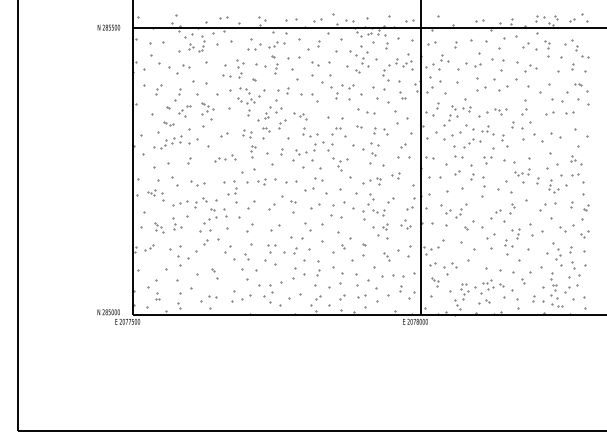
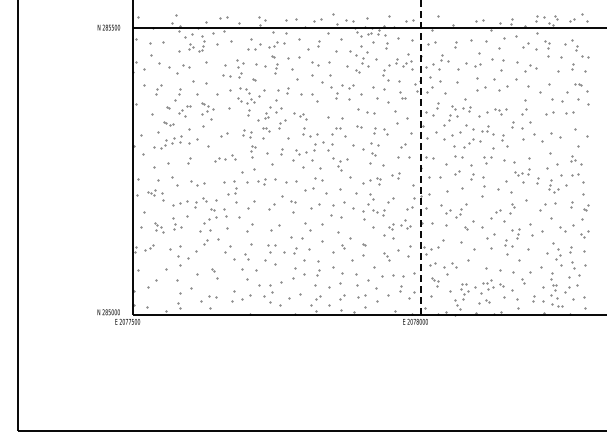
line at (421, 157): solid -> dashed
part at (382, 231) position: (382, 231) -> (388, 231)
part at (157, 296): present -> none
